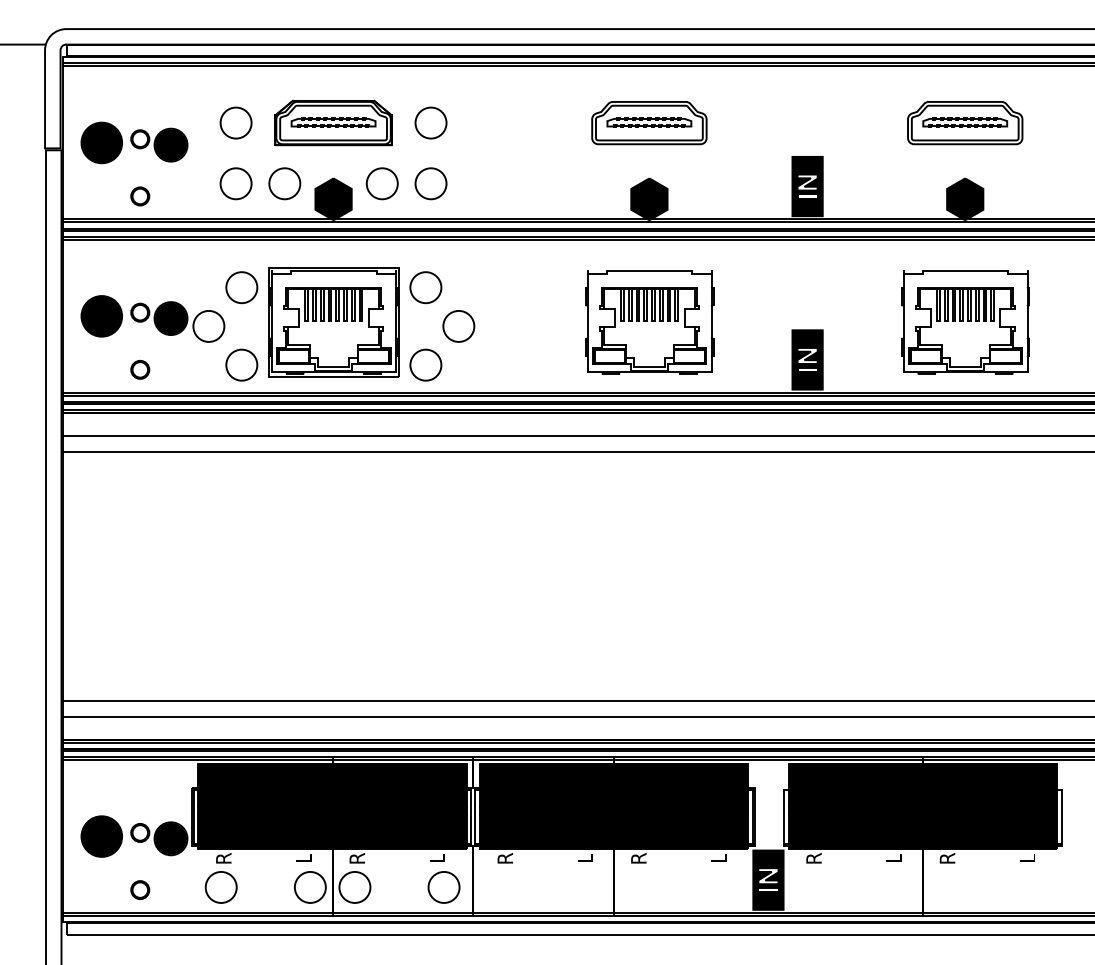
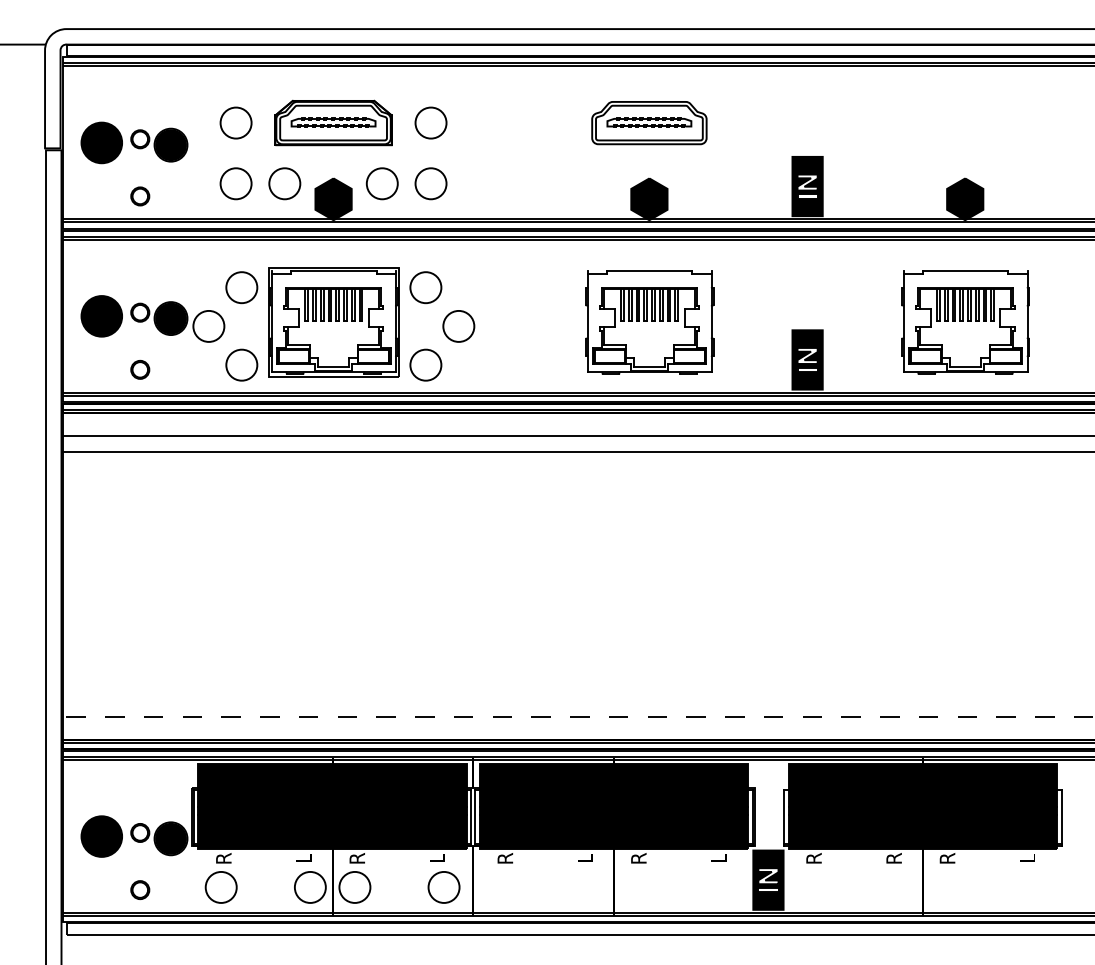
part at (965, 123): present -> none
line at (577, 701): present -> none
line at (578, 717): solid -> dashed
text at (893, 858): L -> R
